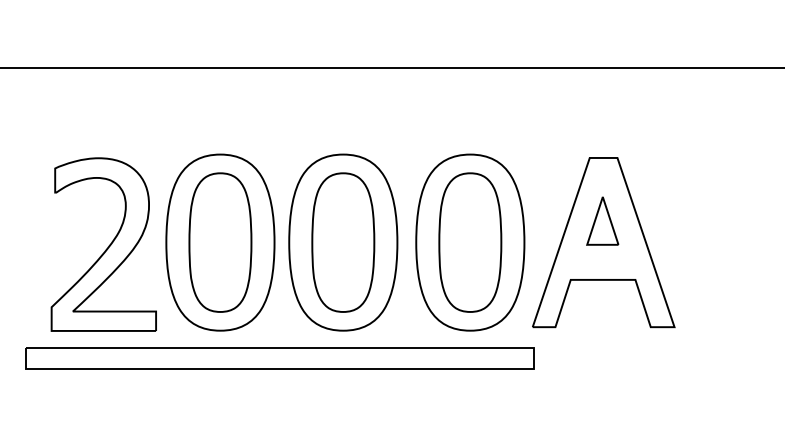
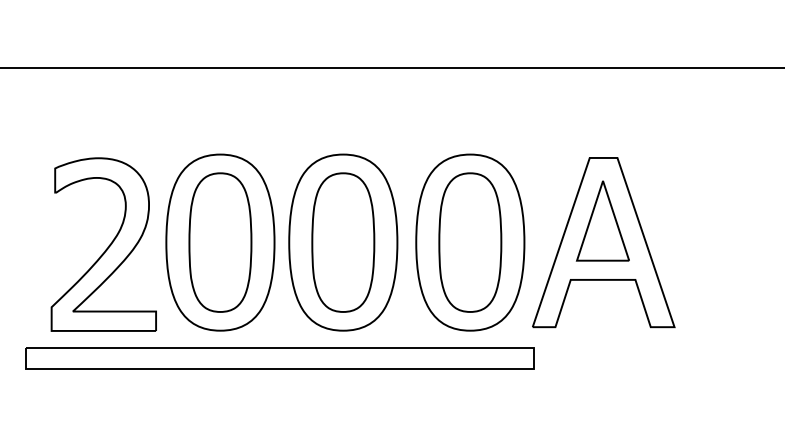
part at (602, 220) size: 34x50 px -> 55x82 px
